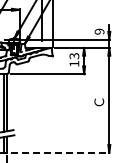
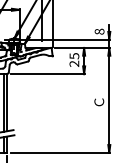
text at (99, 31): 9 -> 8
text at (74, 59): 13 -> 25
line at (60, 152): dashed -> solid
